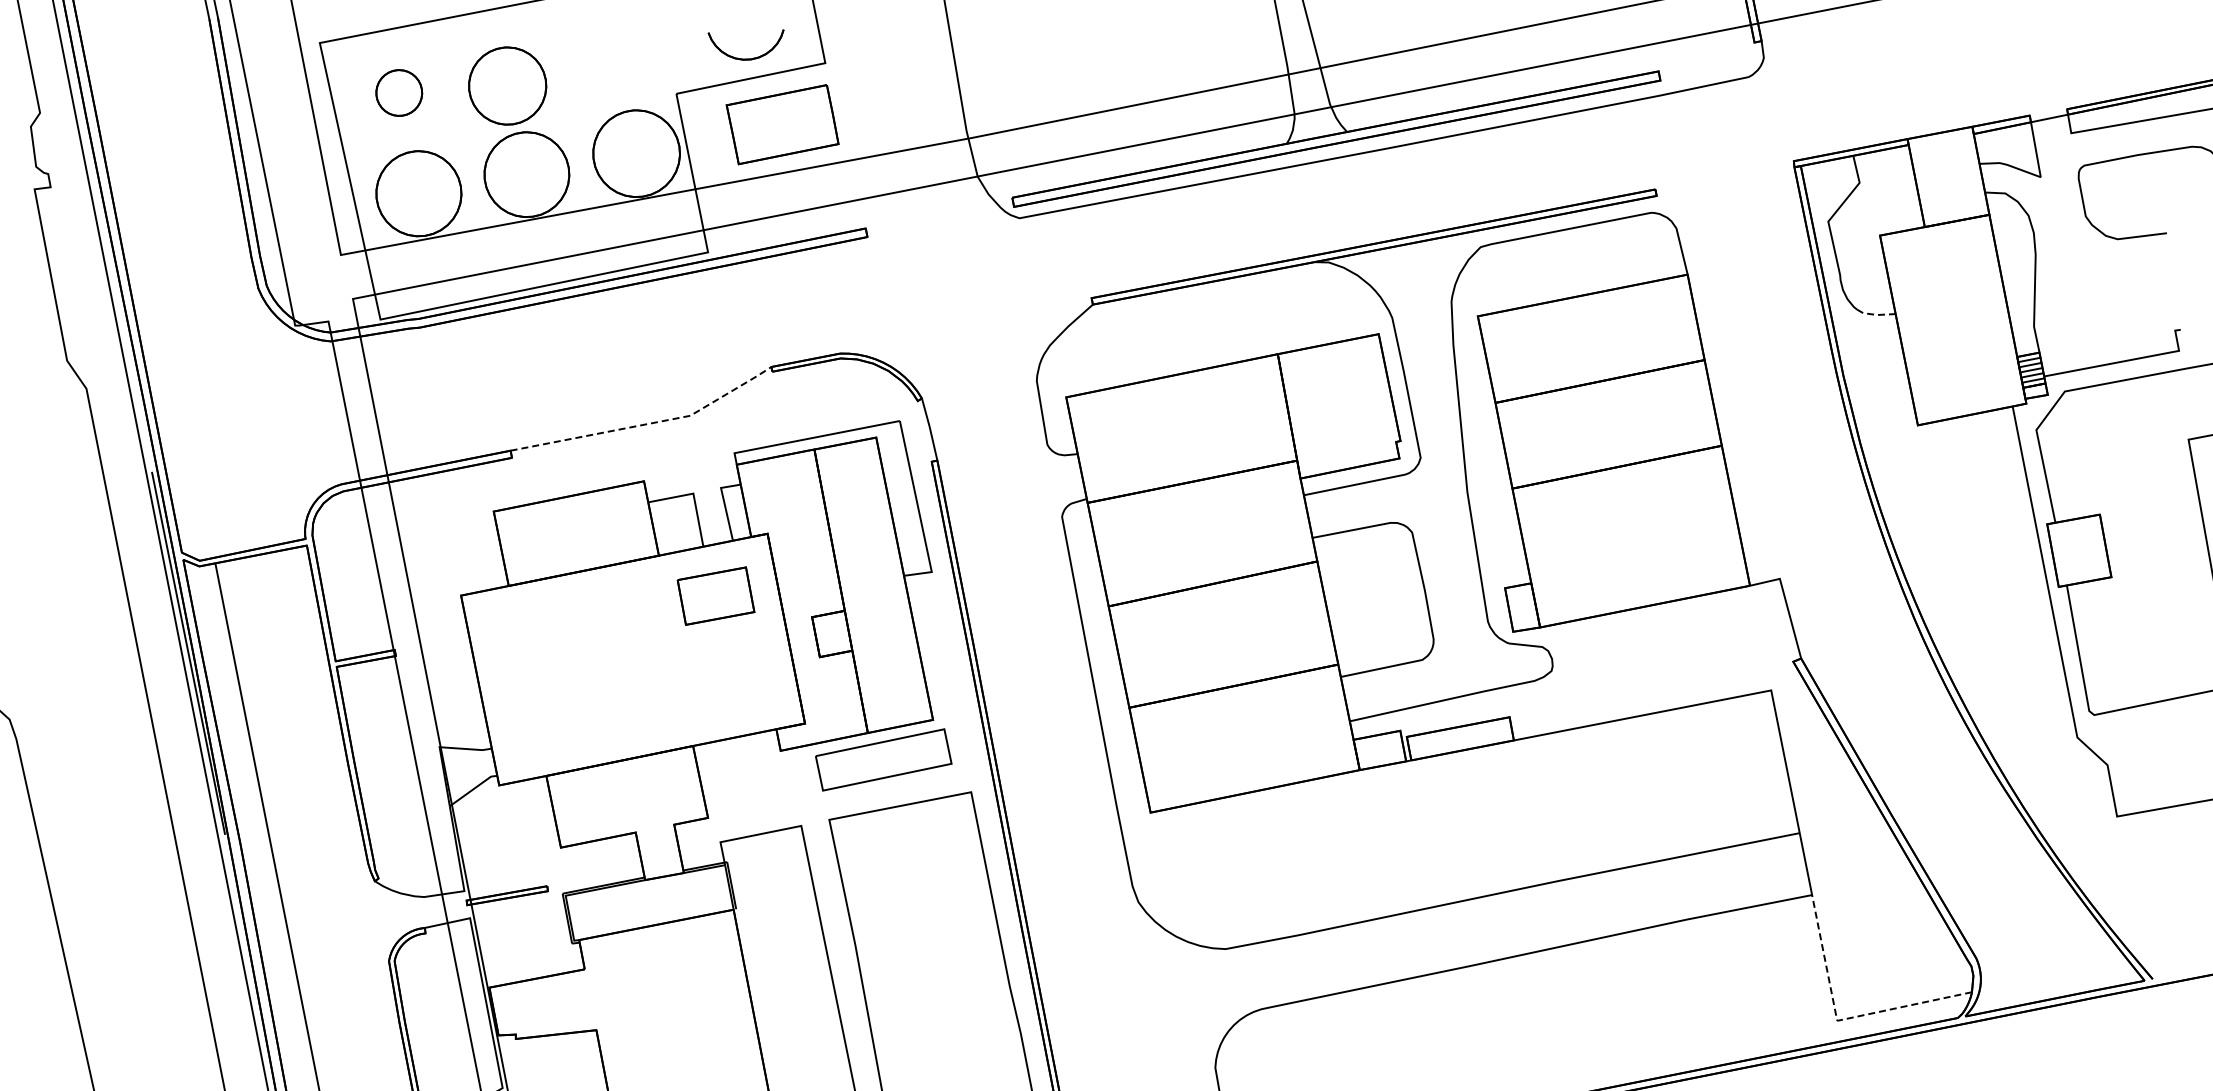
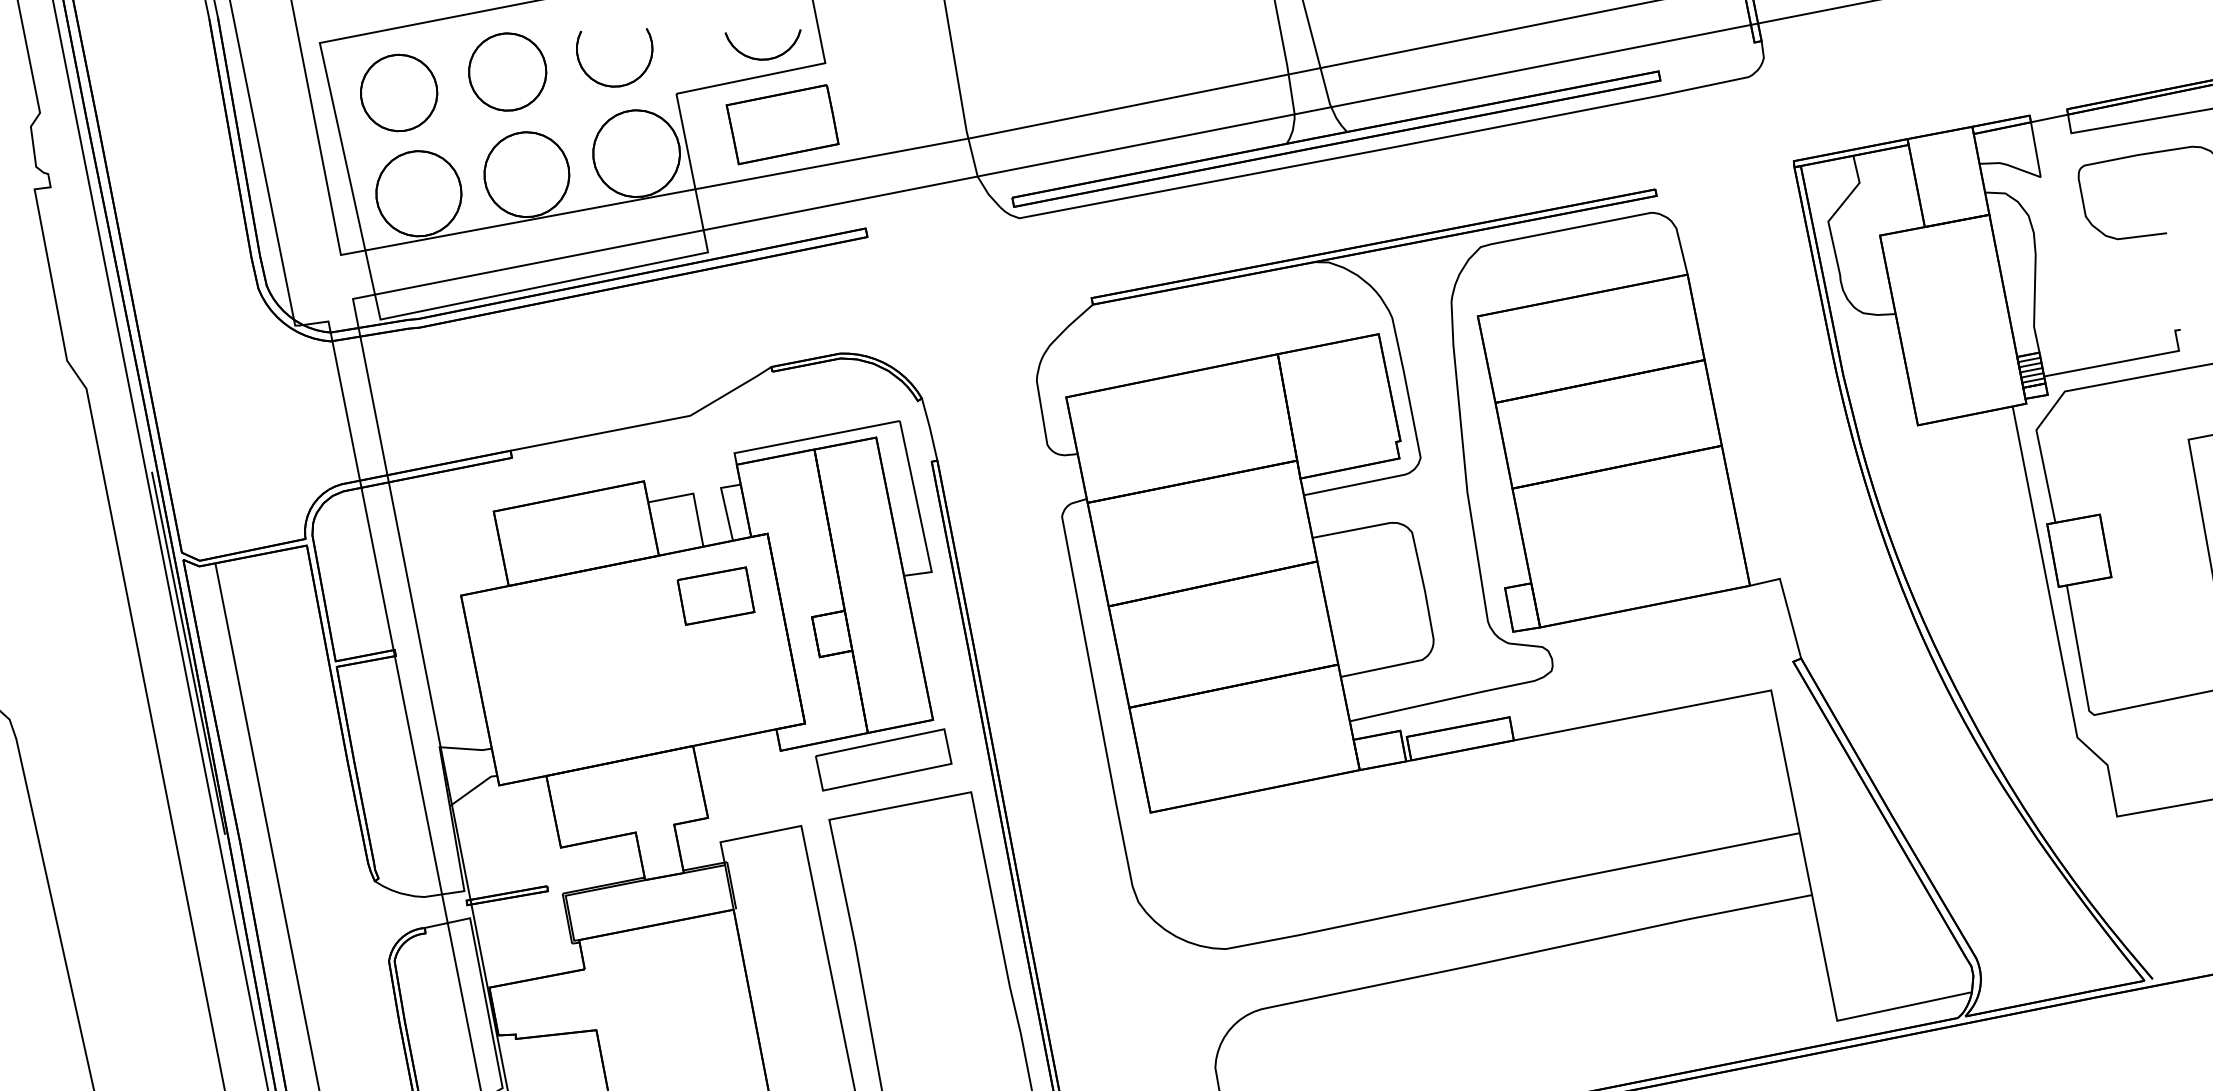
part at (745, 58) position: (745, 58) -> (762, 58)
part at (607, 84): none -> present
part at (507, 85) position: (507, 85) -> (507, 71)
part at (399, 92) size: 49x48 px -> 79x80 px
line at (1875, 314): dashed -> solid
line at (648, 423): dashed -> solid
line at (1841, 1020): dashed -> solid
